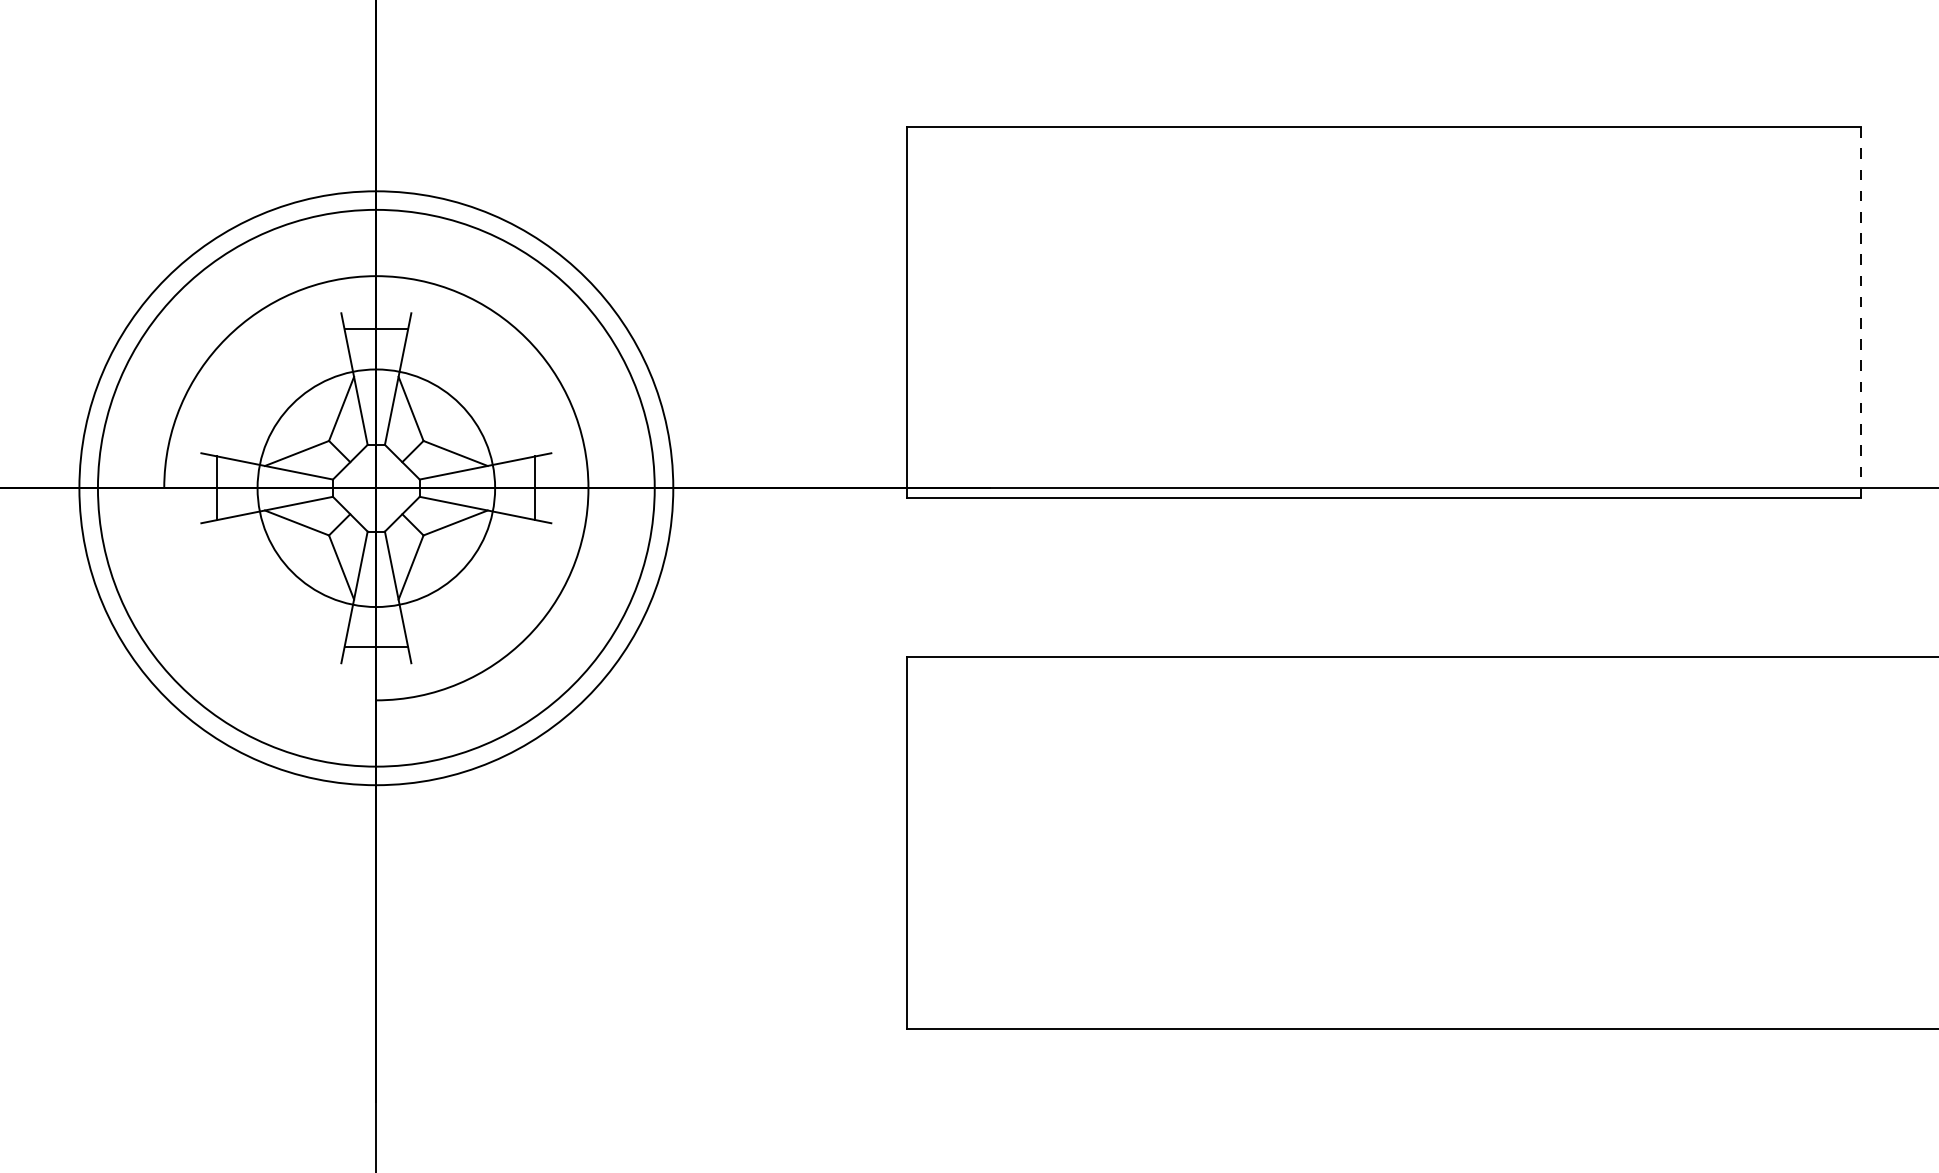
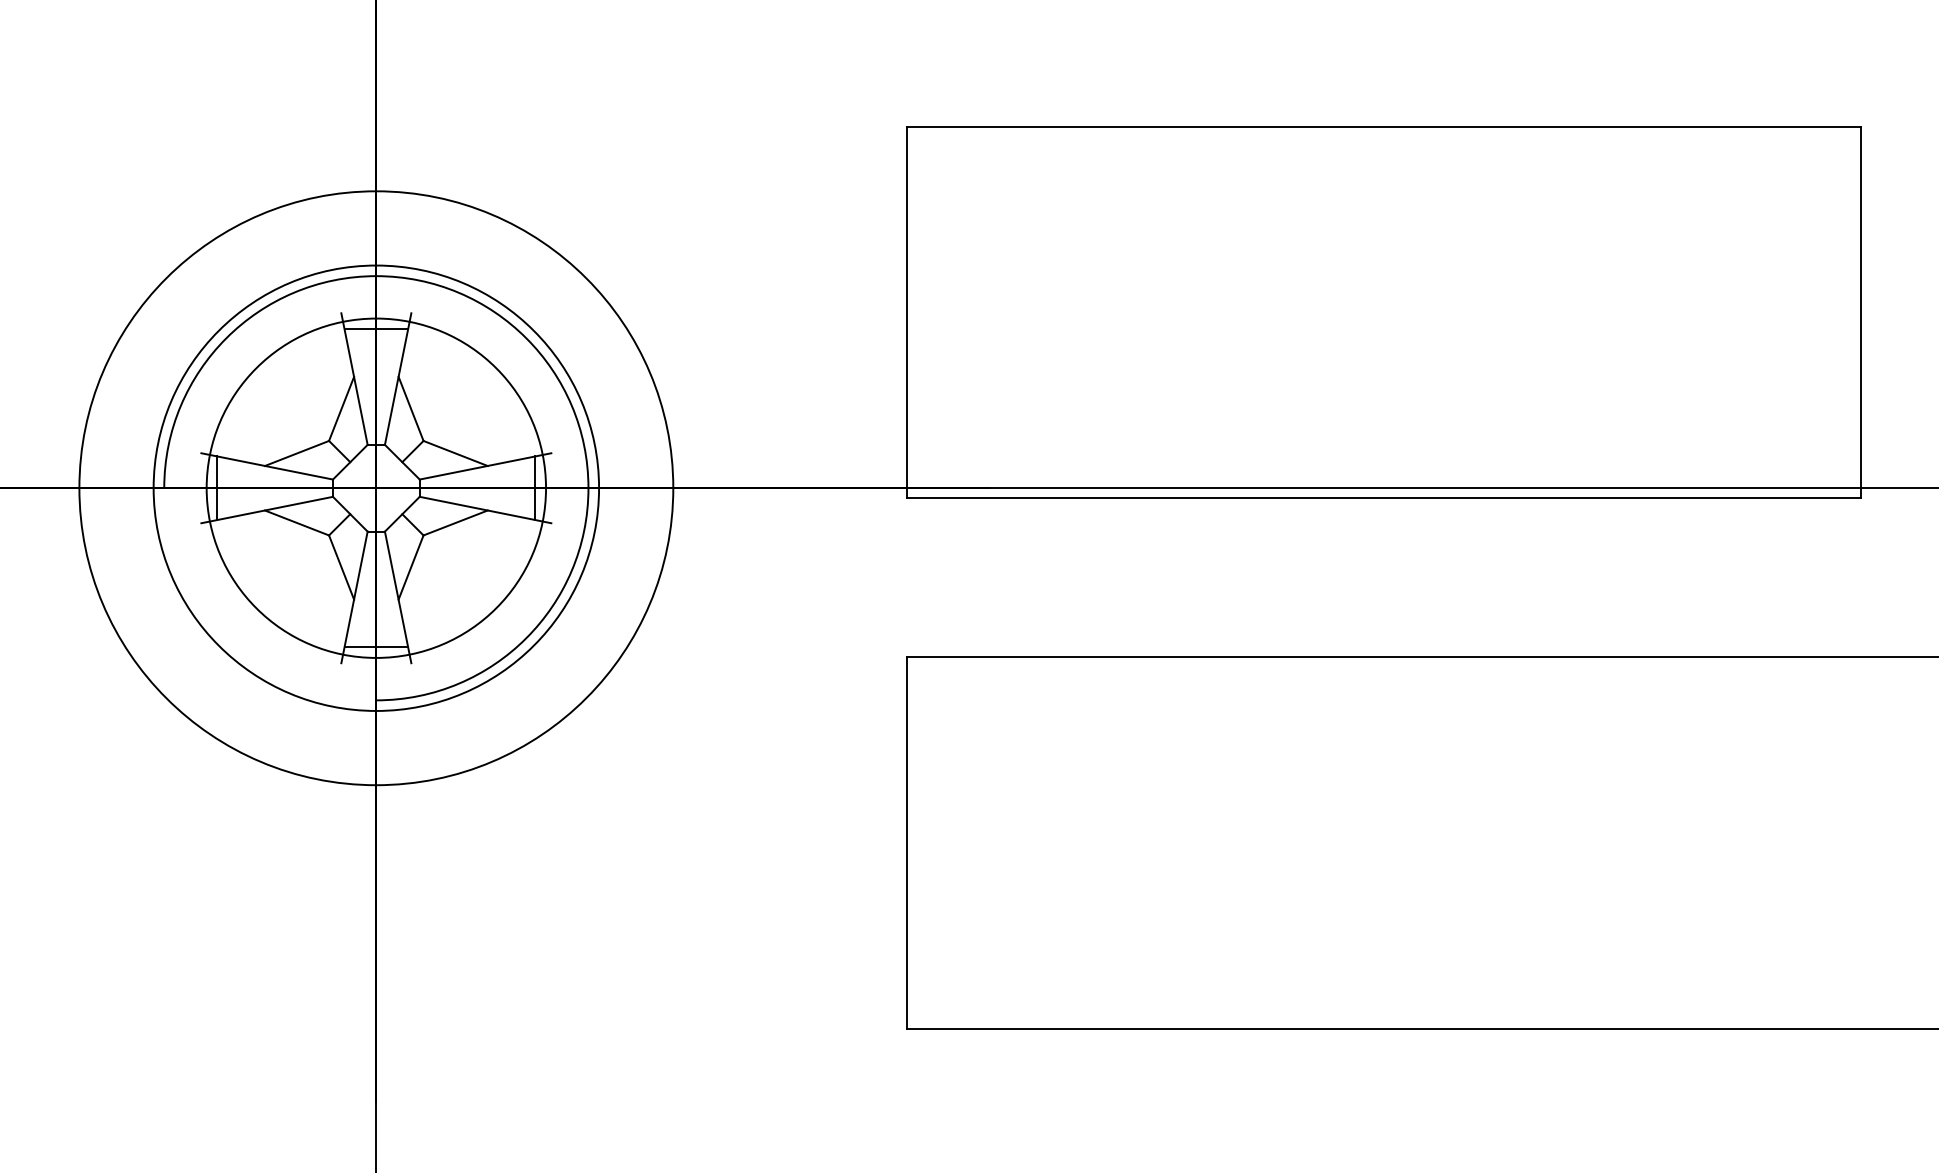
line at (1861, 312): dashed -> solid
circle at (375, 487) diameter: 557 px -> 445 px
circle at (376, 488) diameter: 238 px -> 339 px
